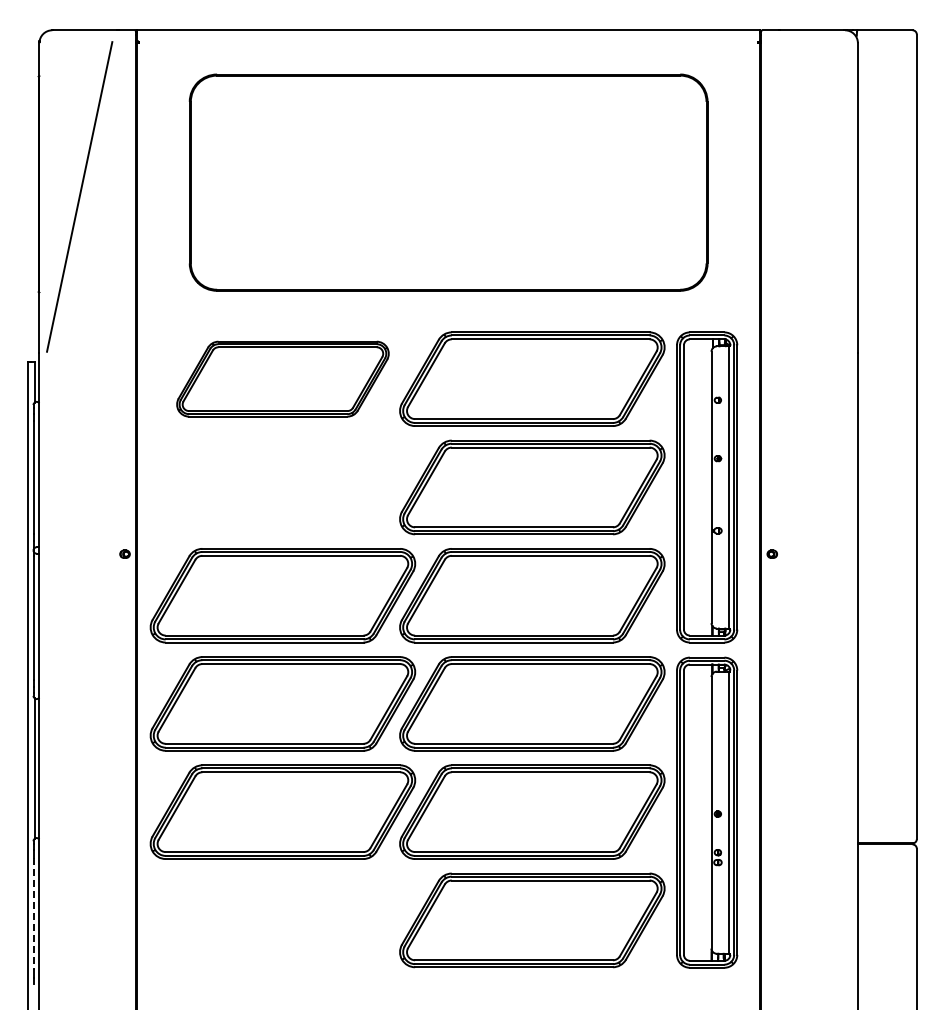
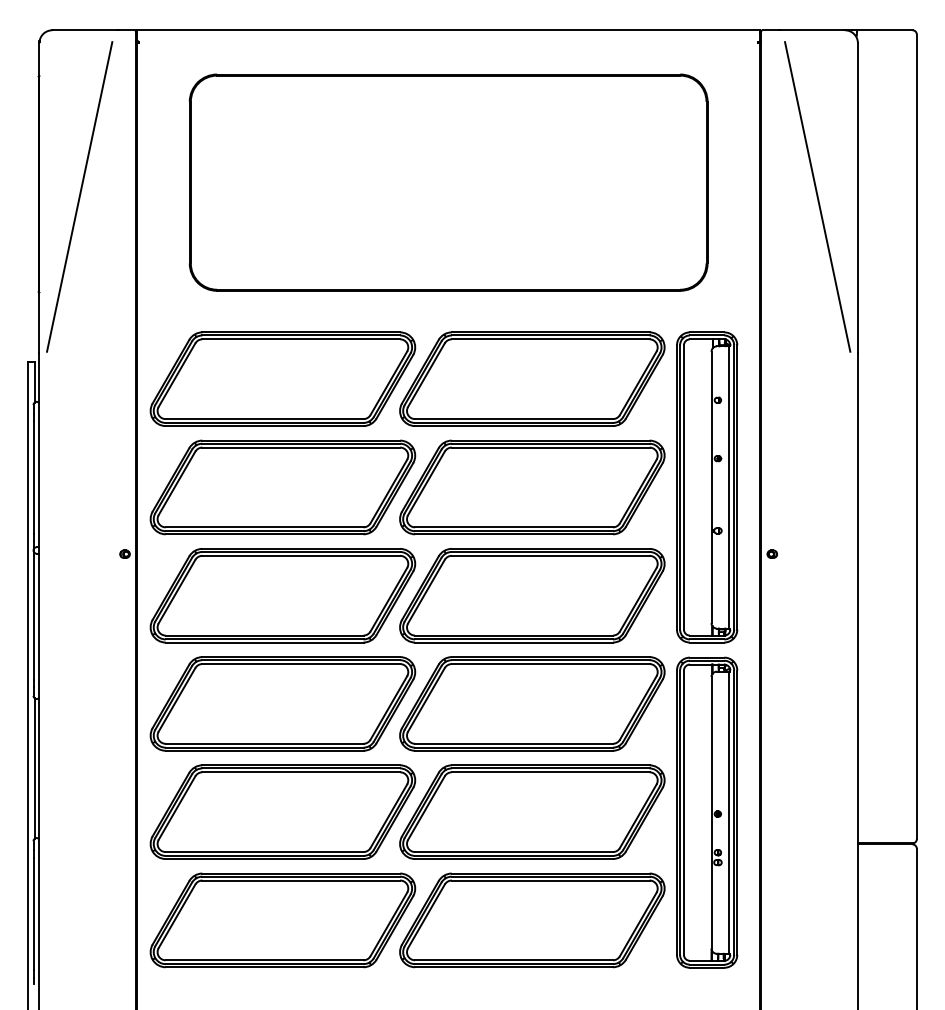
line at (817, 196): none -> present
part at (282, 378) size: 214x78 px -> 268x96 px
part at (282, 487): none -> present
line at (33, 914): dashed -> solid
part at (282, 920): none -> present
